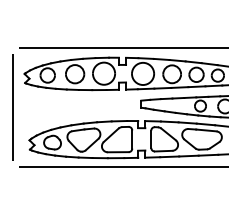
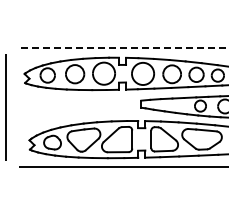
line at (123, 48): solid -> dashed
line at (12, 107) position: (12, 107) -> (5, 107)
